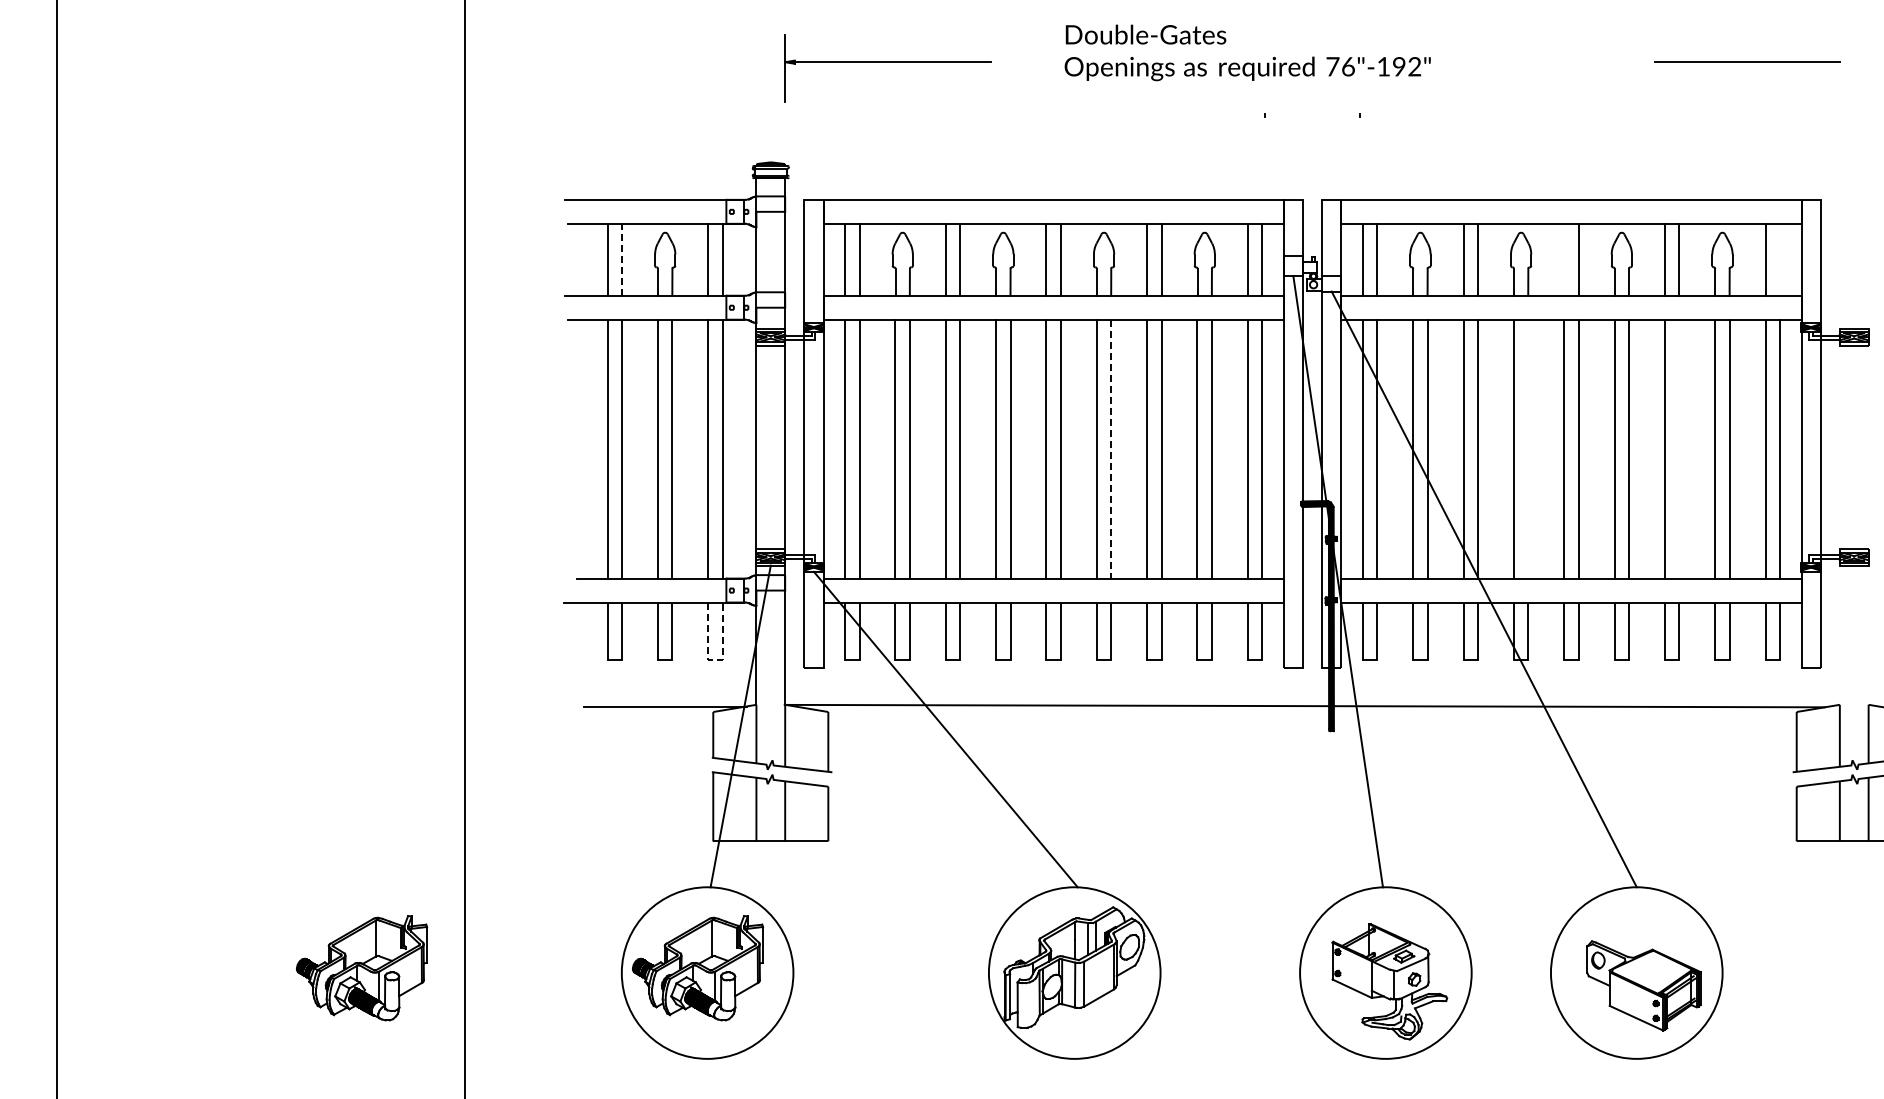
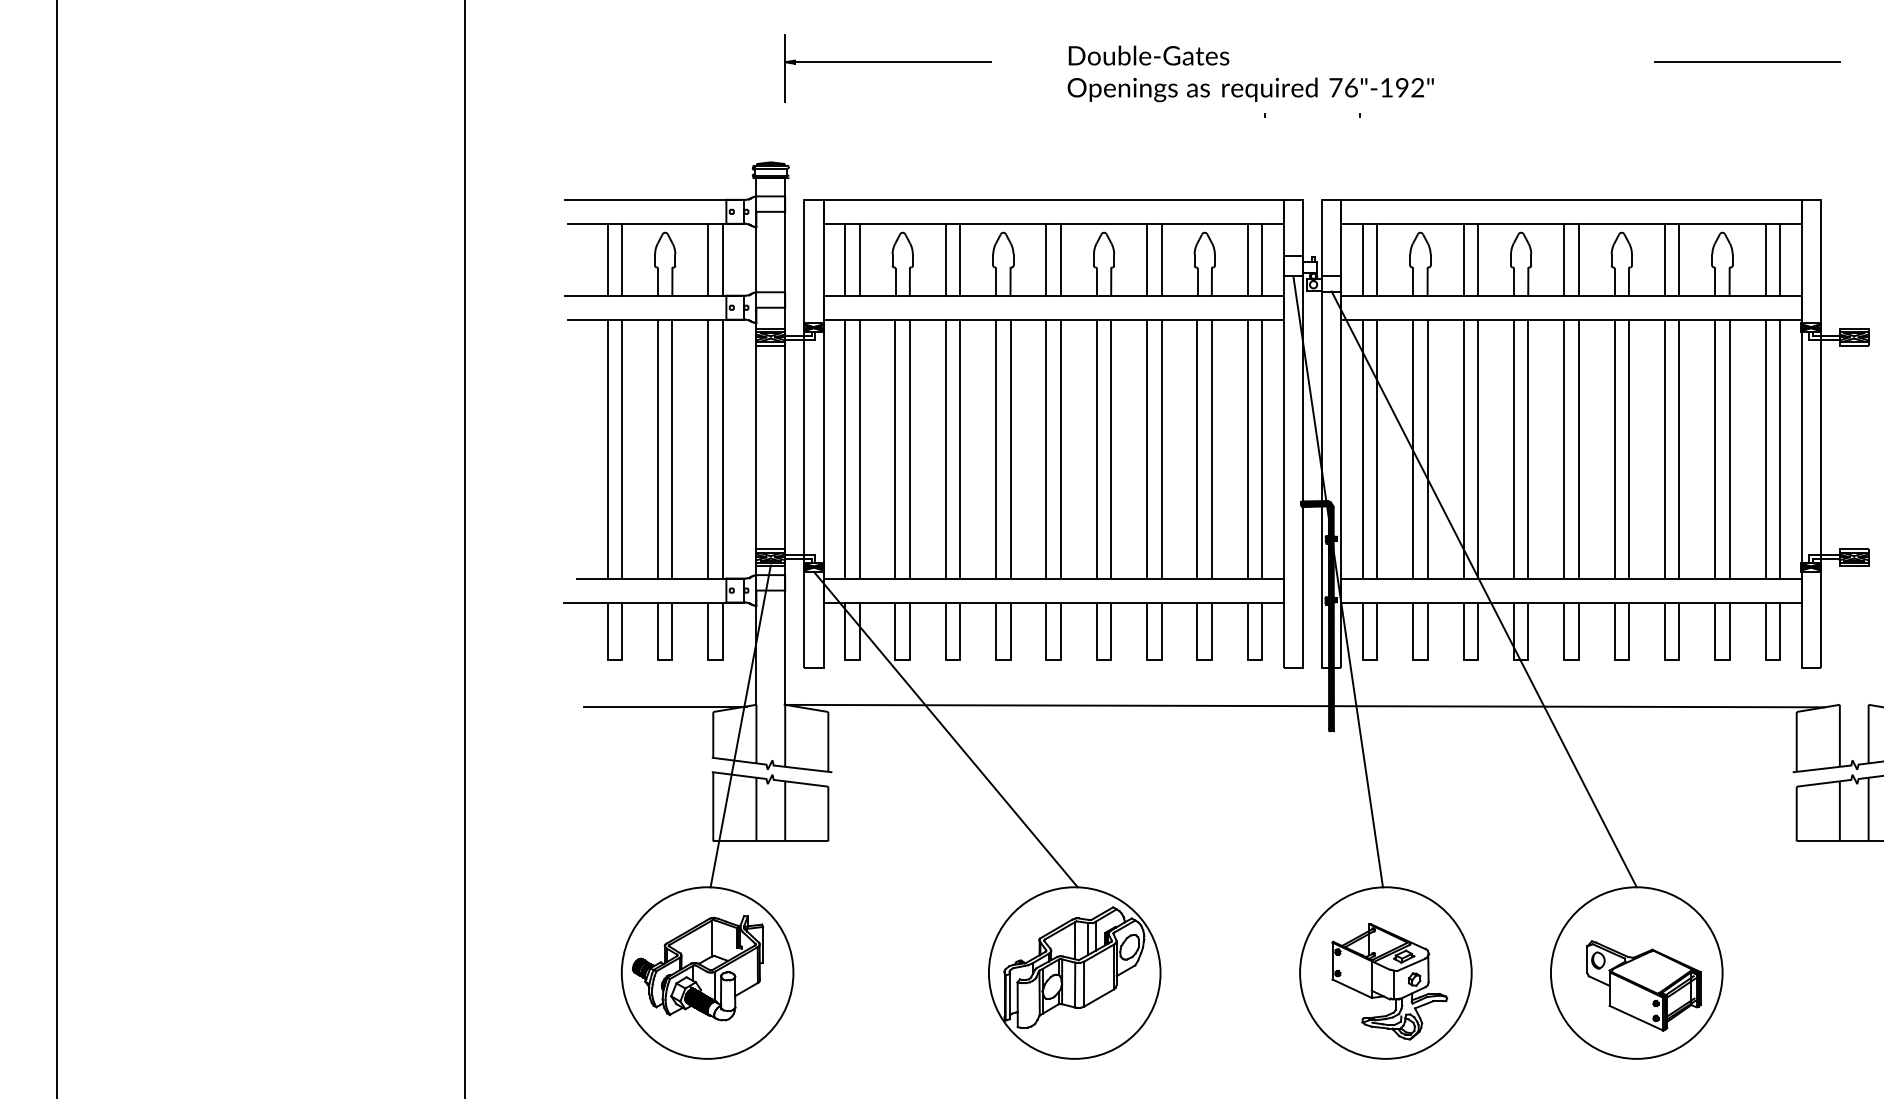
text at (1247, 52) position: (1247, 52) -> (1250, 73)
line at (622, 259): dashed -> solid
line at (1564, 259): none -> present
line at (1779, 259): none -> present
line at (1528, 448): none -> present
line at (1679, 448): none -> present
line at (1111, 449): dashed -> solid
line at (715, 660): dashed -> solid
part at (362, 968): present -> none
